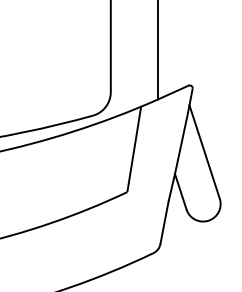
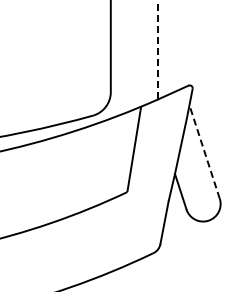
line at (158, 49): solid -> dashed
line at (204, 151): solid -> dashed
